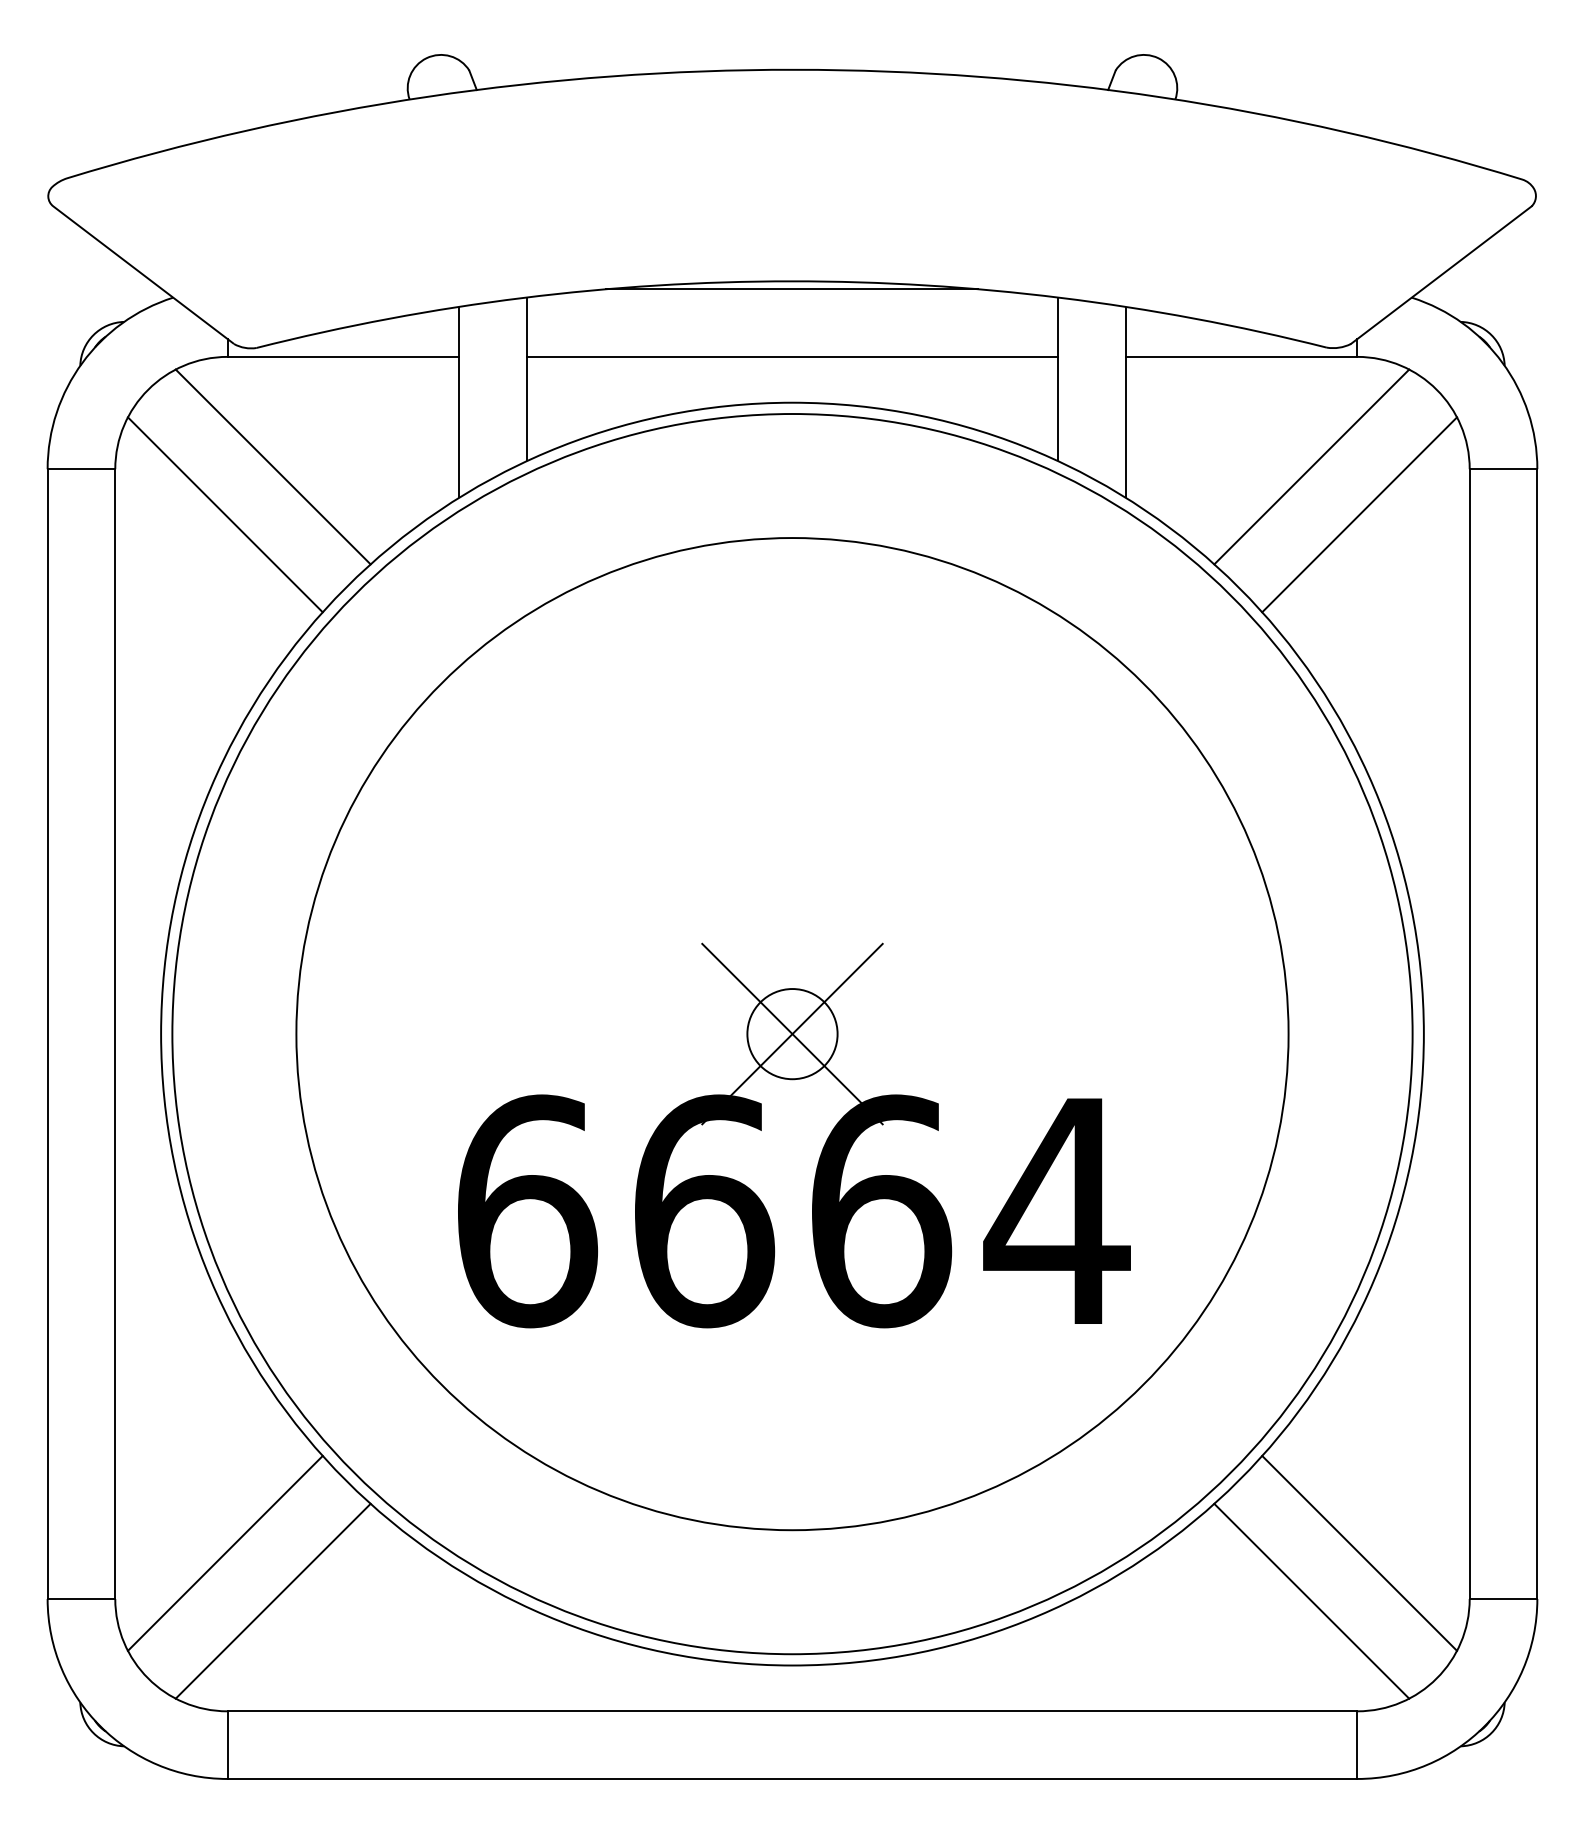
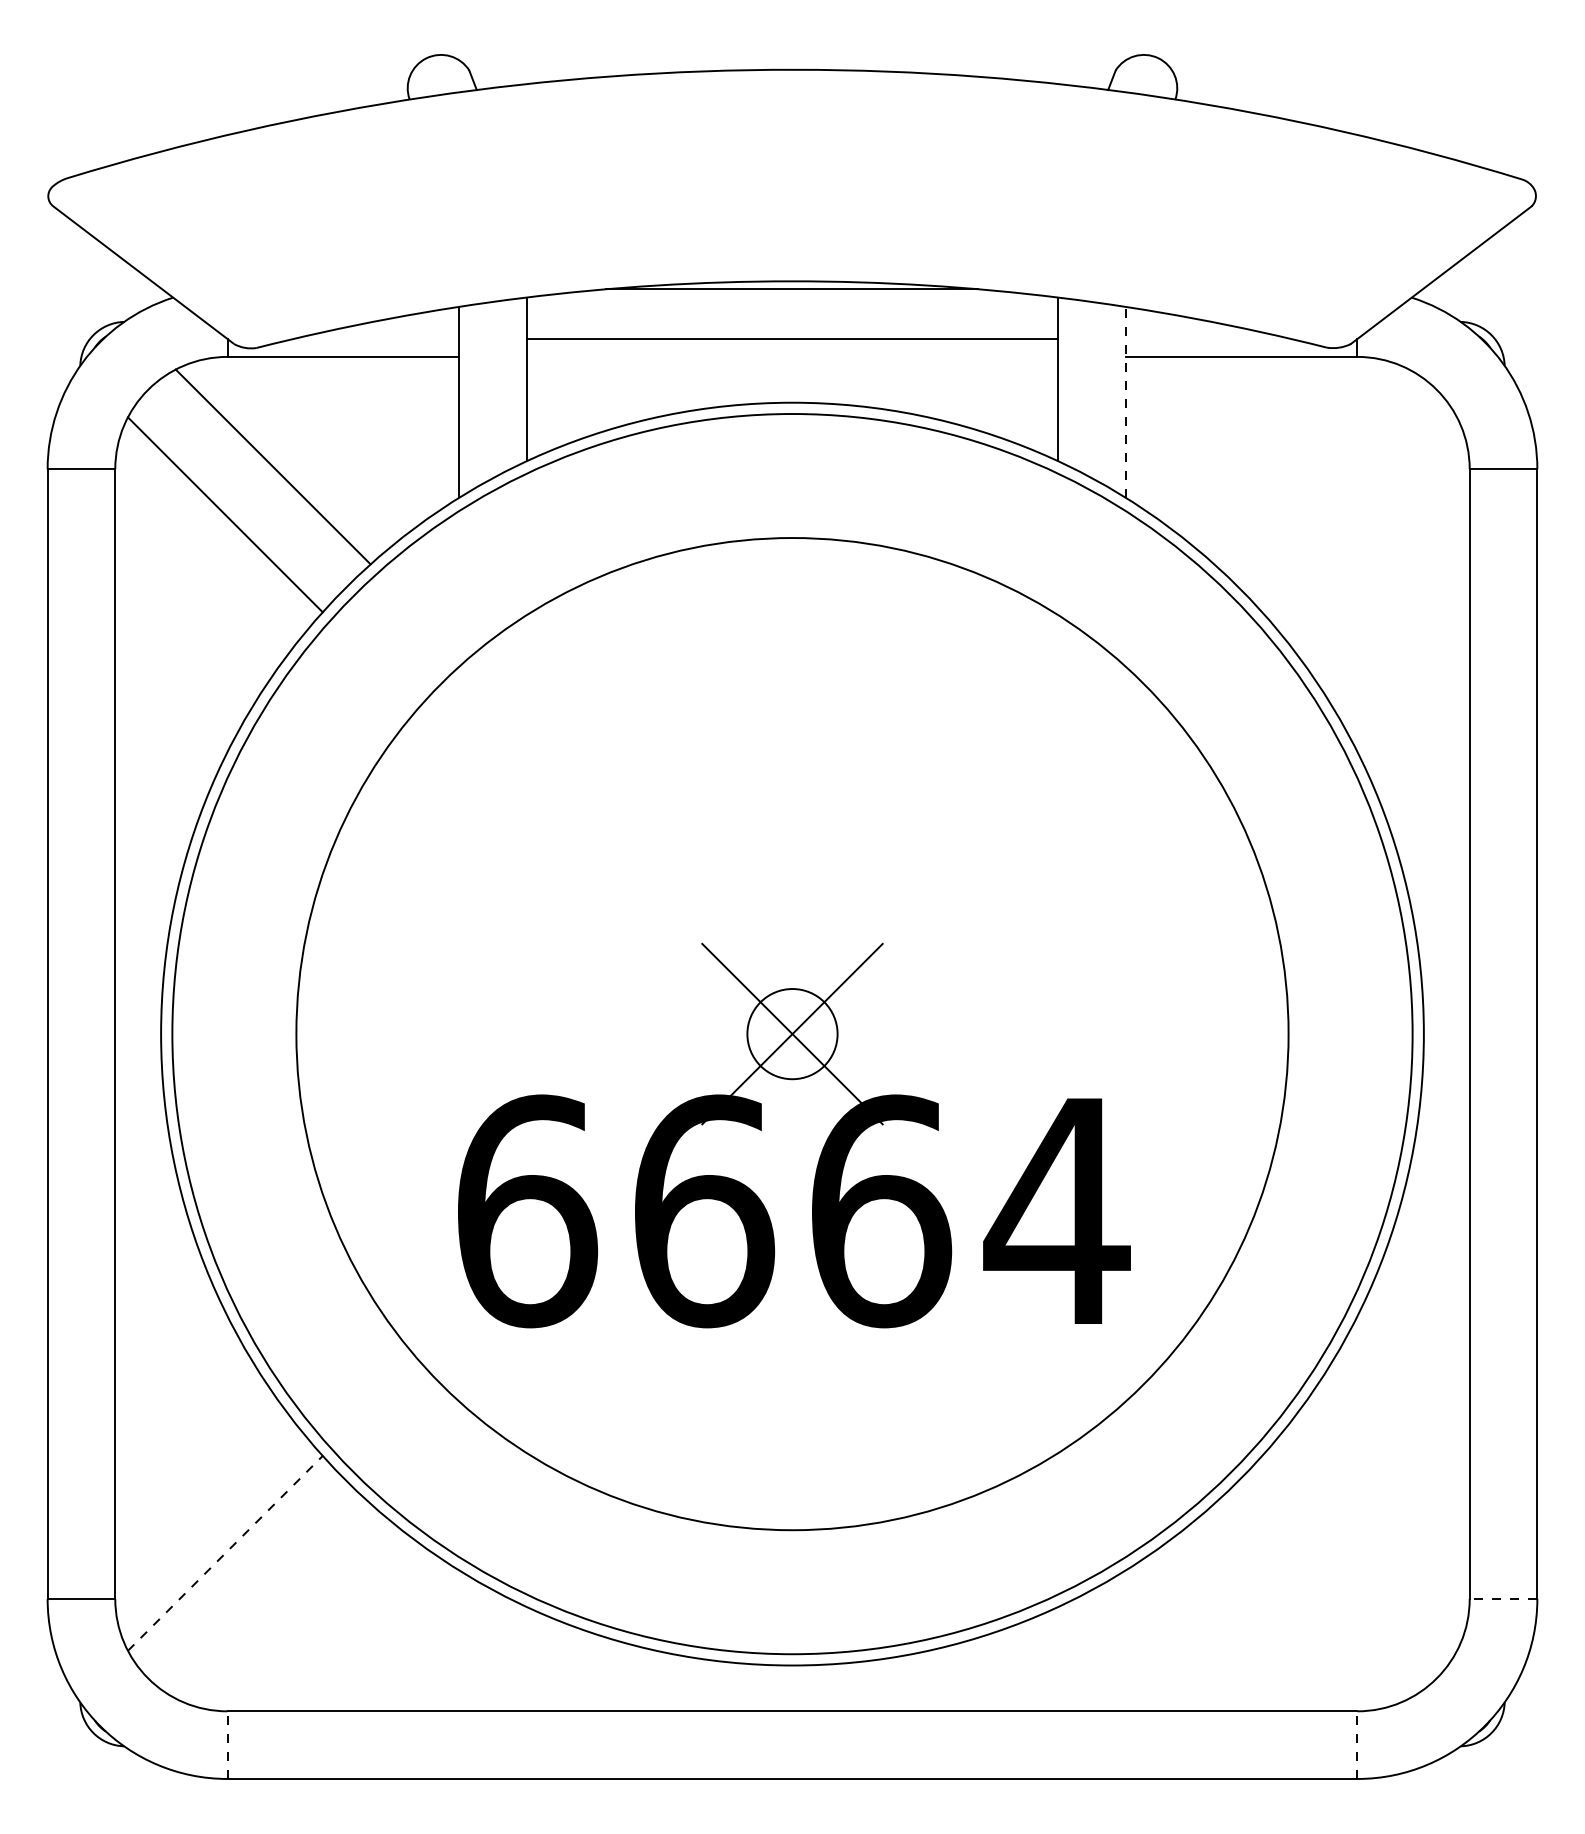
line at (792, 356) position: (792, 356) -> (792, 338)
line at (1126, 402): solid -> dashed
line at (1311, 466): present -> none
line at (1359, 514): present -> none
line at (1359, 1552): present -> none
line at (225, 1553): solid -> dashed
line at (1503, 1599): solid -> dashed
line at (272, 1600): present -> none
line at (1311, 1600): present -> none
line at (227, 1745): solid -> dashed
line at (1357, 1745): solid -> dashed
